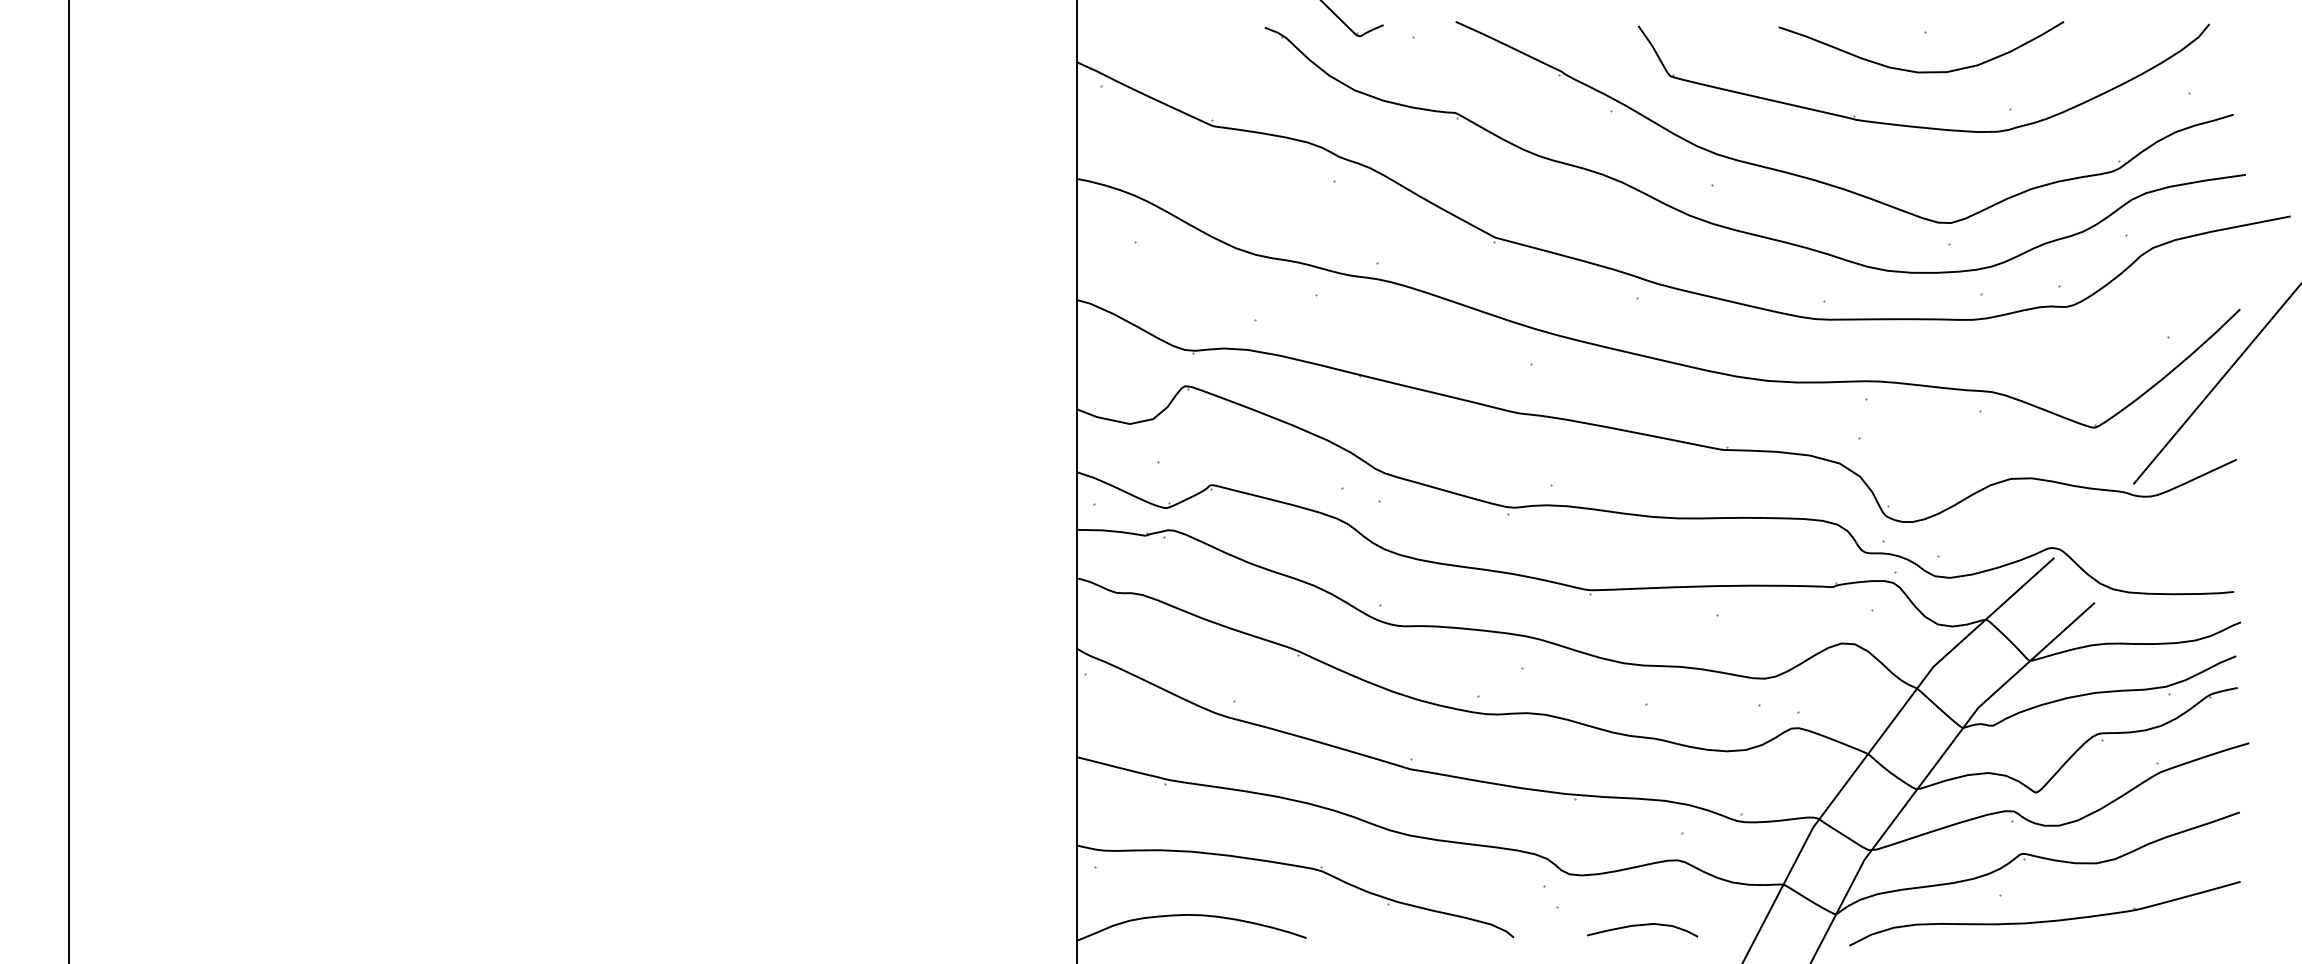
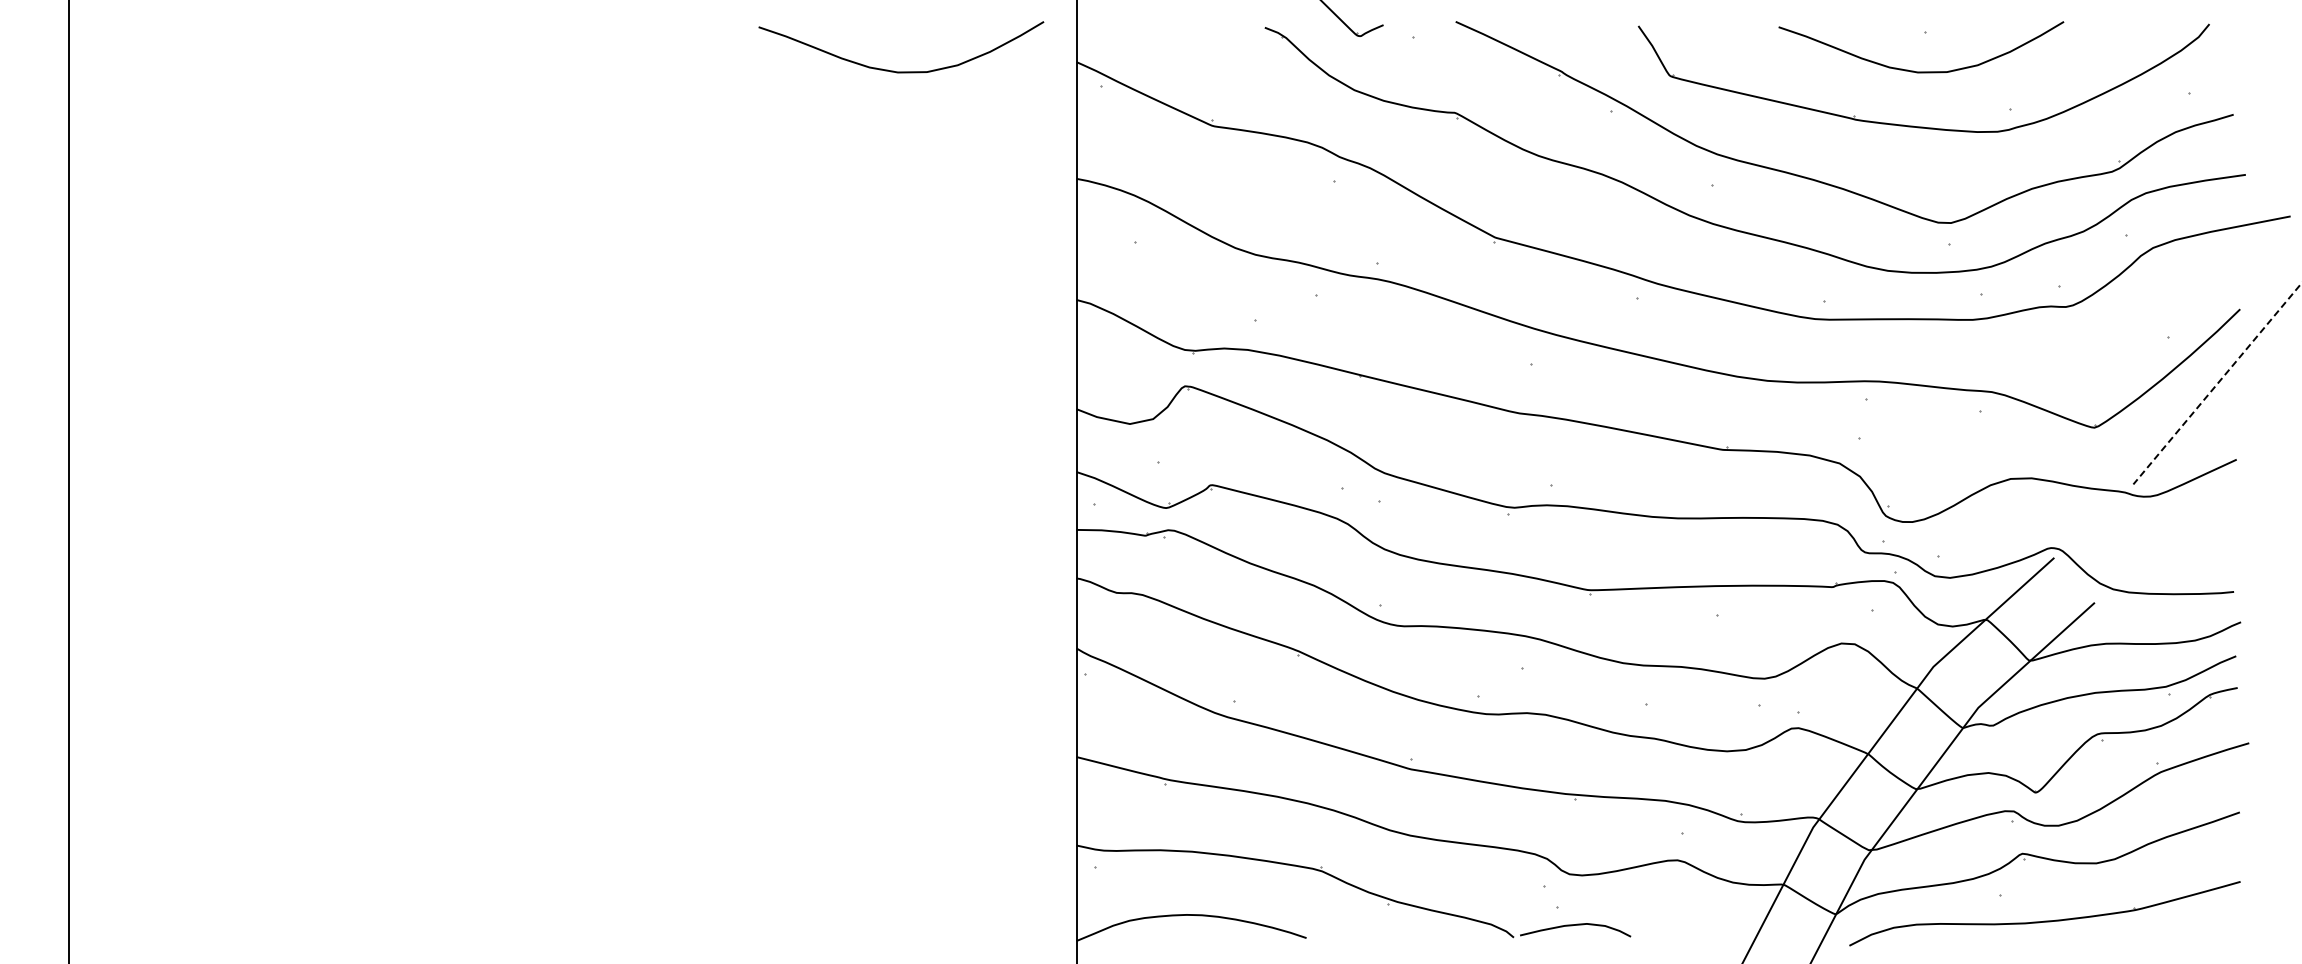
curve at (901, 71): none -> present
line at (2217, 384): solid -> dashed
curve at (1642, 925) position: (1642, 925) -> (1575, 925)
